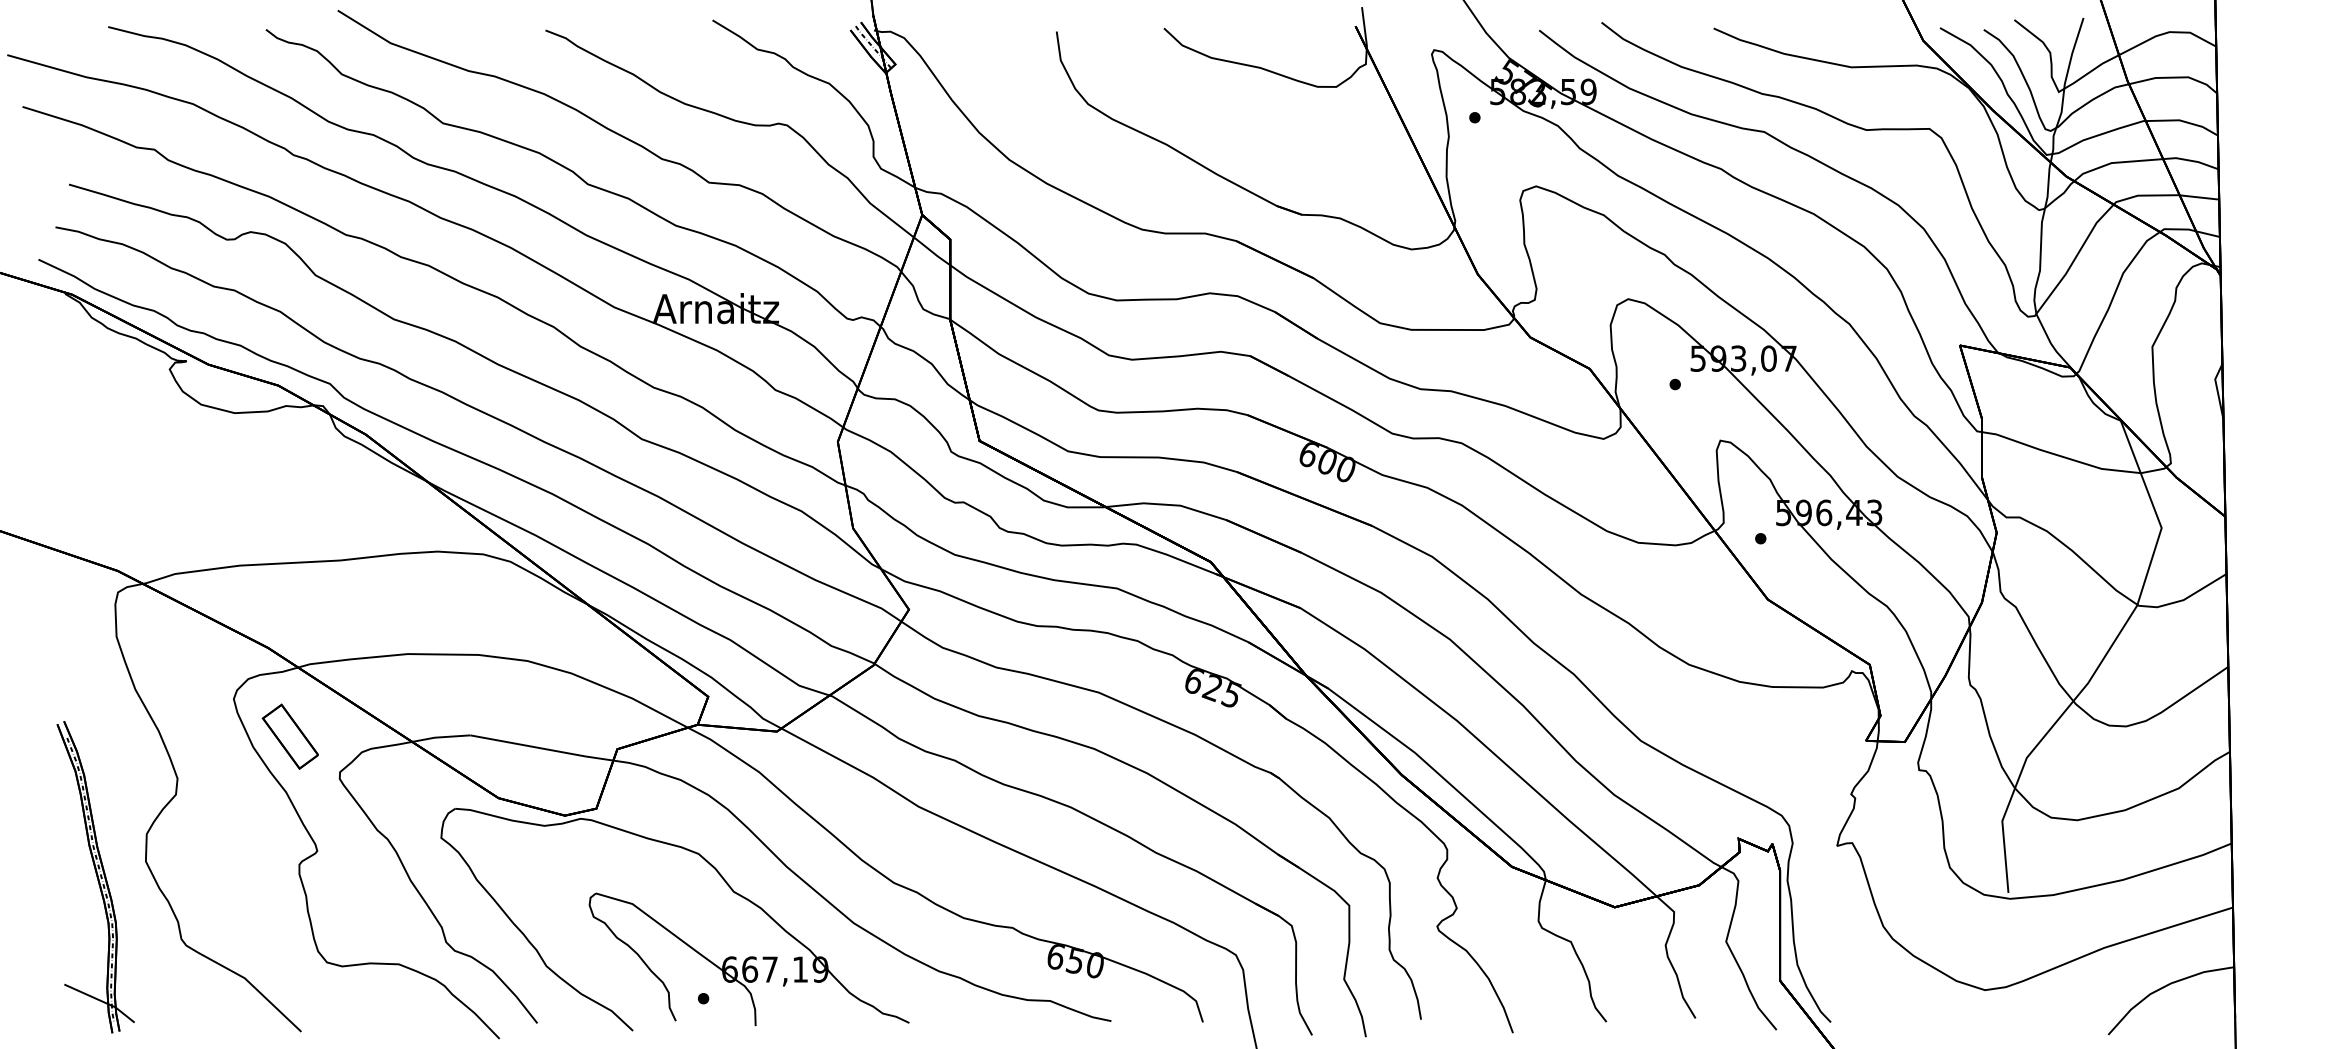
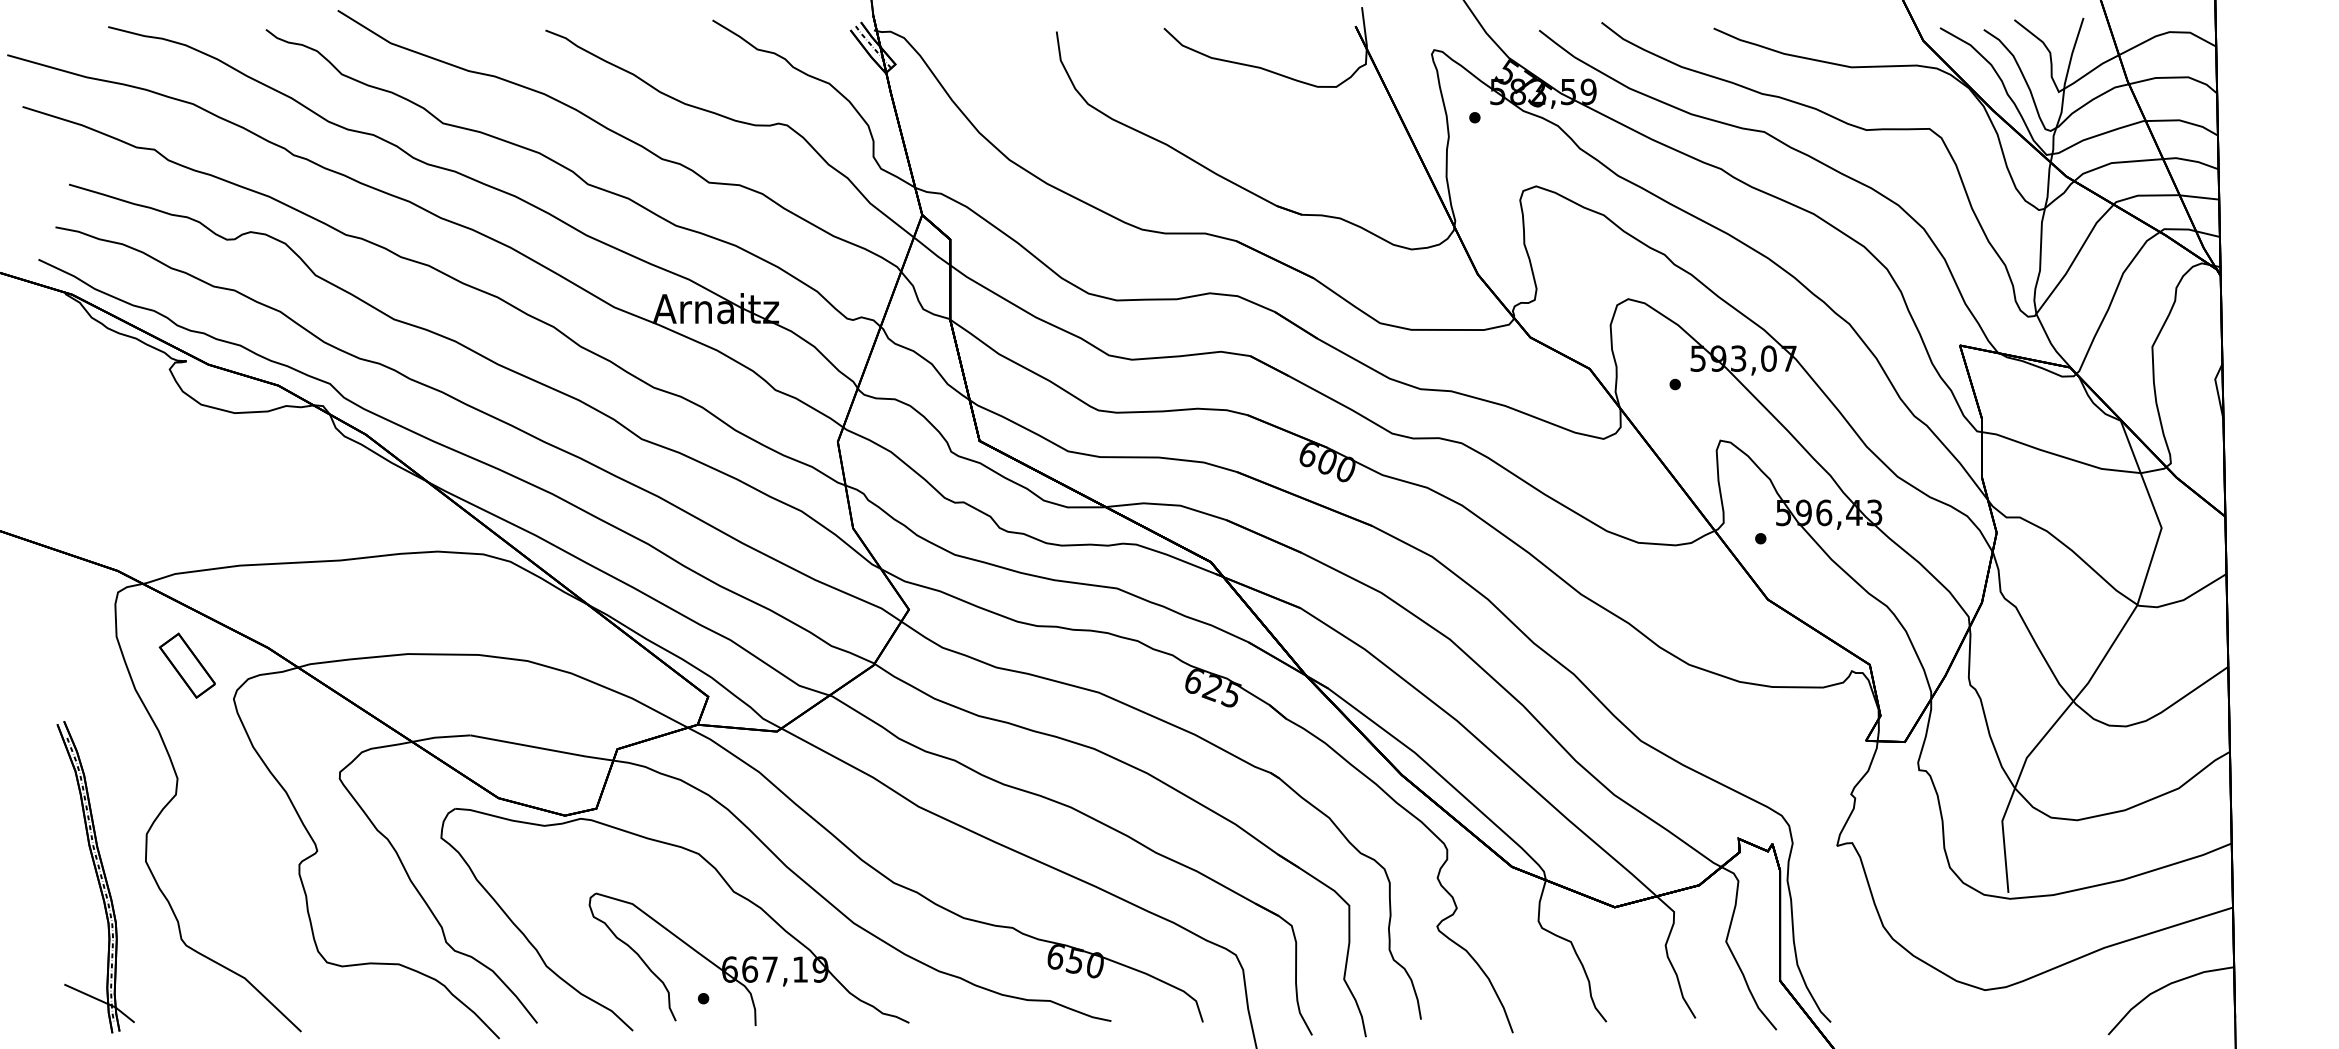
part at (289, 736) position: (289, 736) -> (186, 665)
